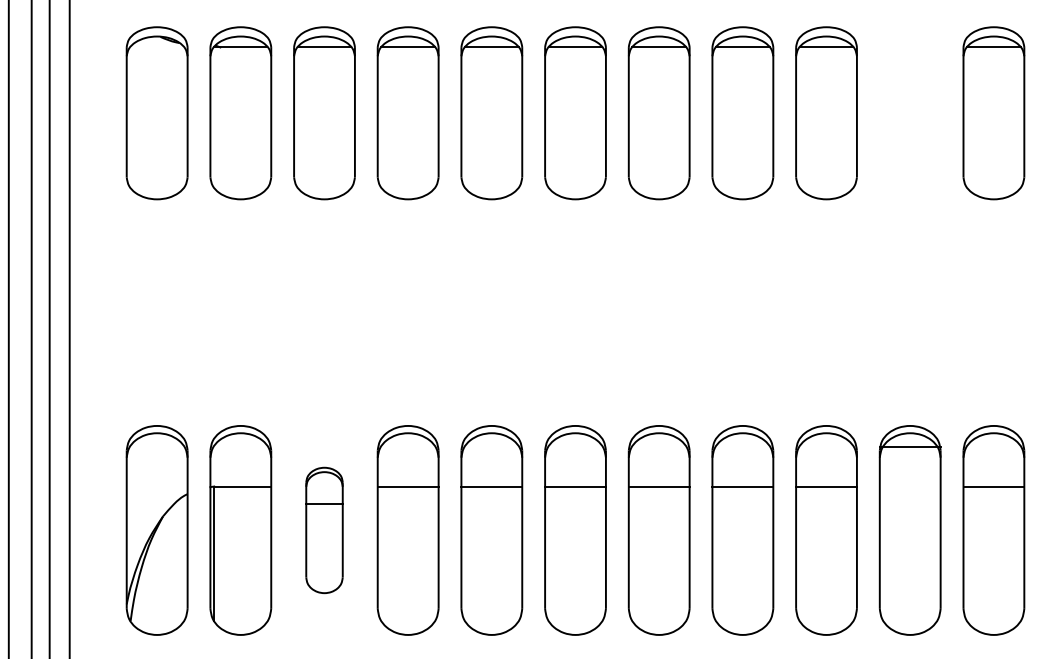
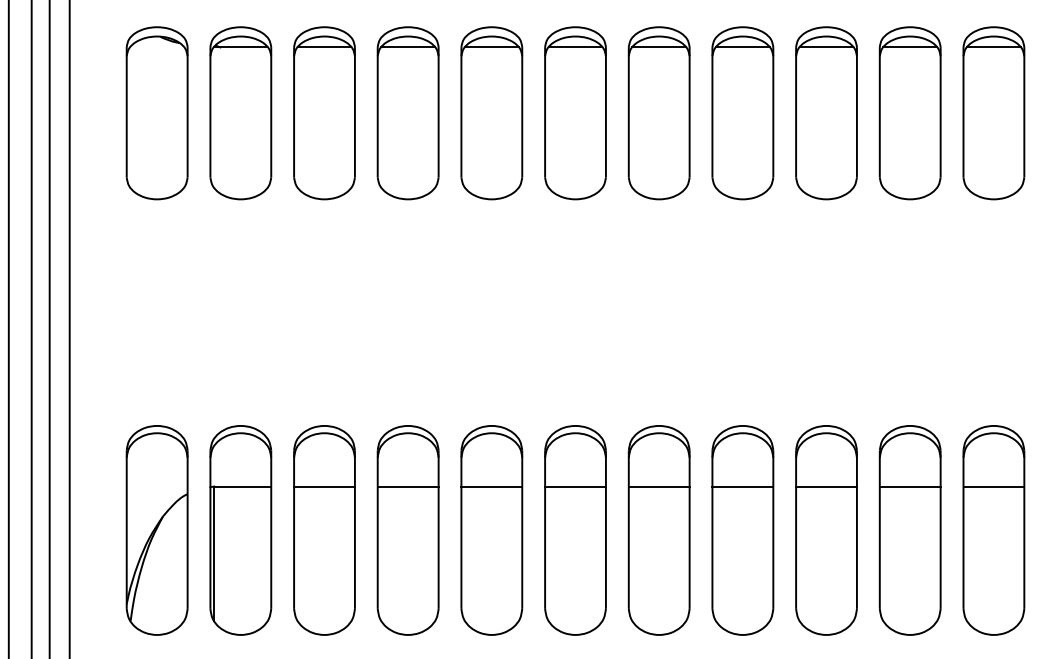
part at (909, 113): none -> present
line at (909, 446) position: (909, 446) -> (909, 486)
part at (324, 530) size: 39x129 px -> 63x211 px
